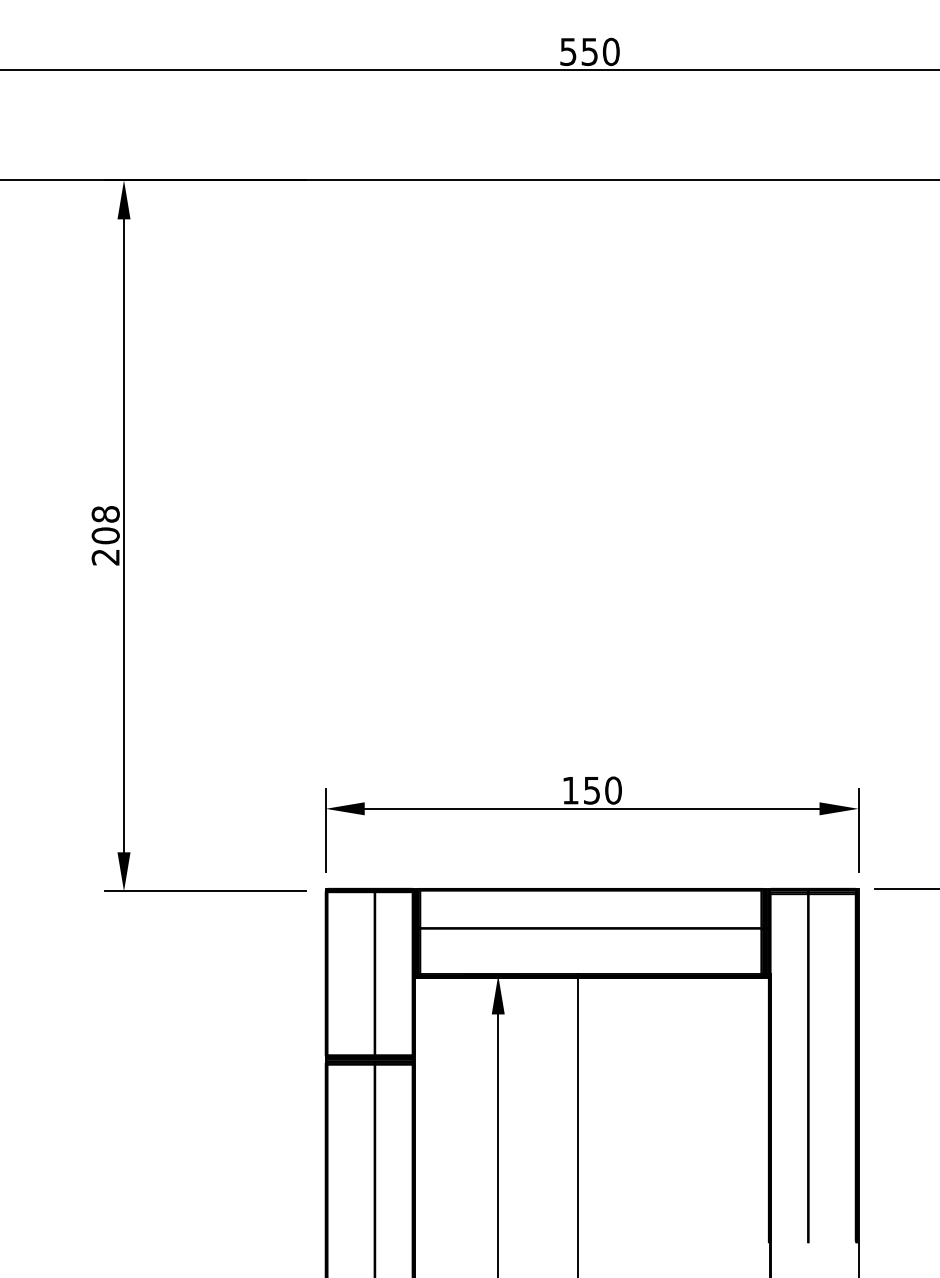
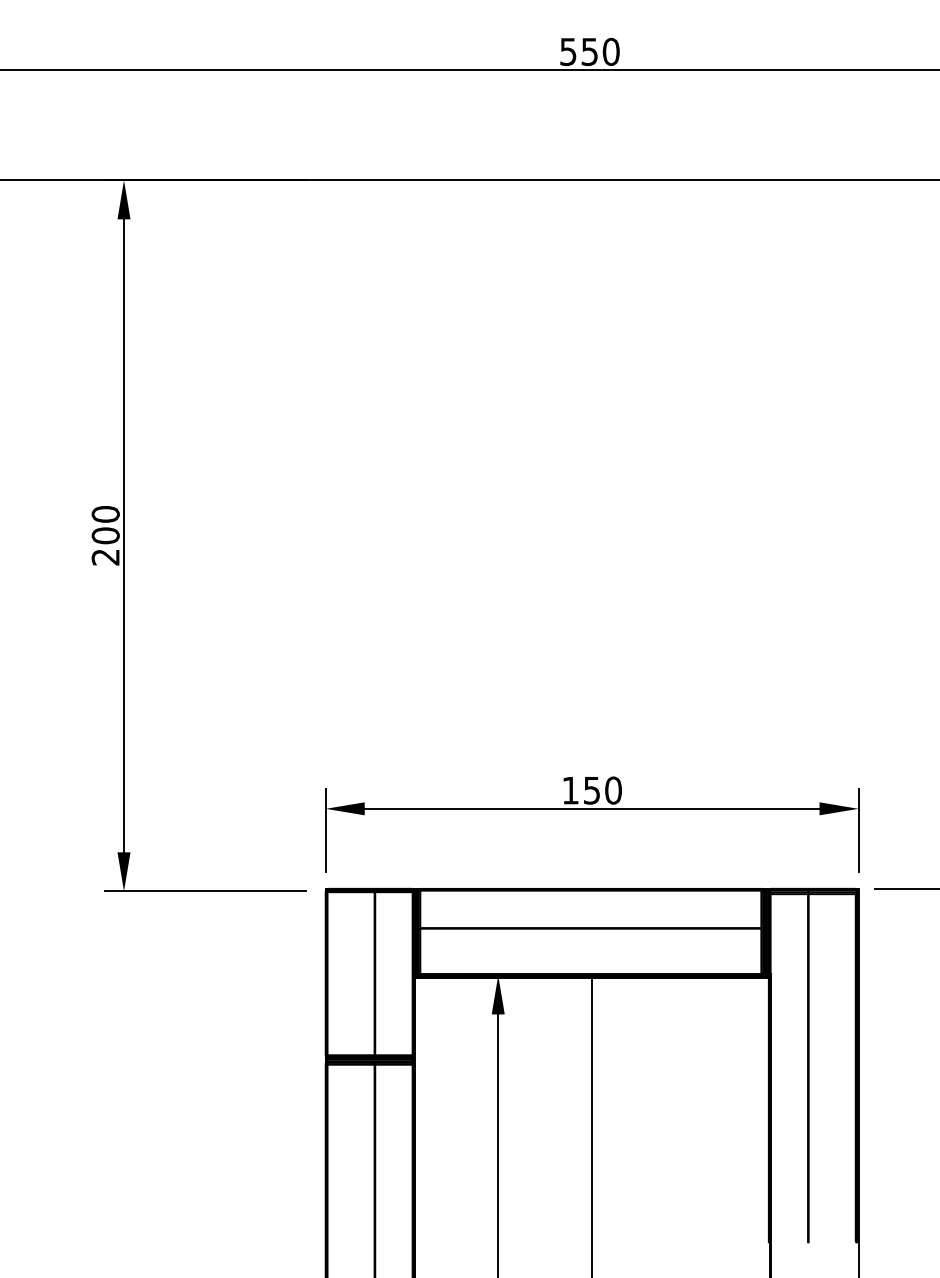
text at (105, 514): 208 -> 200
line at (577, 1123) position: (577, 1123) -> (591, 1123)
